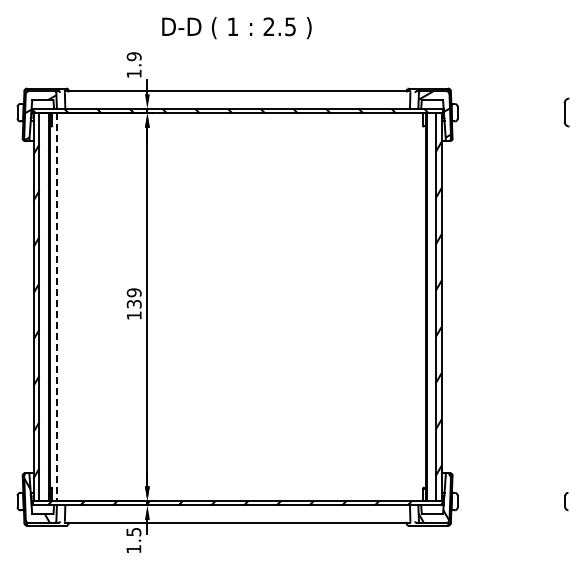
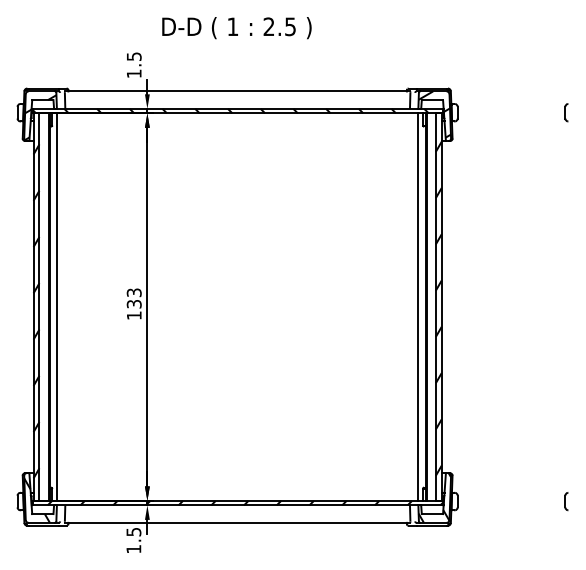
text at (133, 56): 1.9 -> 1.5
part at (566, 112) size: 7x31 px -> 5x20 px
text at (133, 292): 139 -> 133
line at (418, 306): none -> present
line at (56, 307): dashed -> solid
